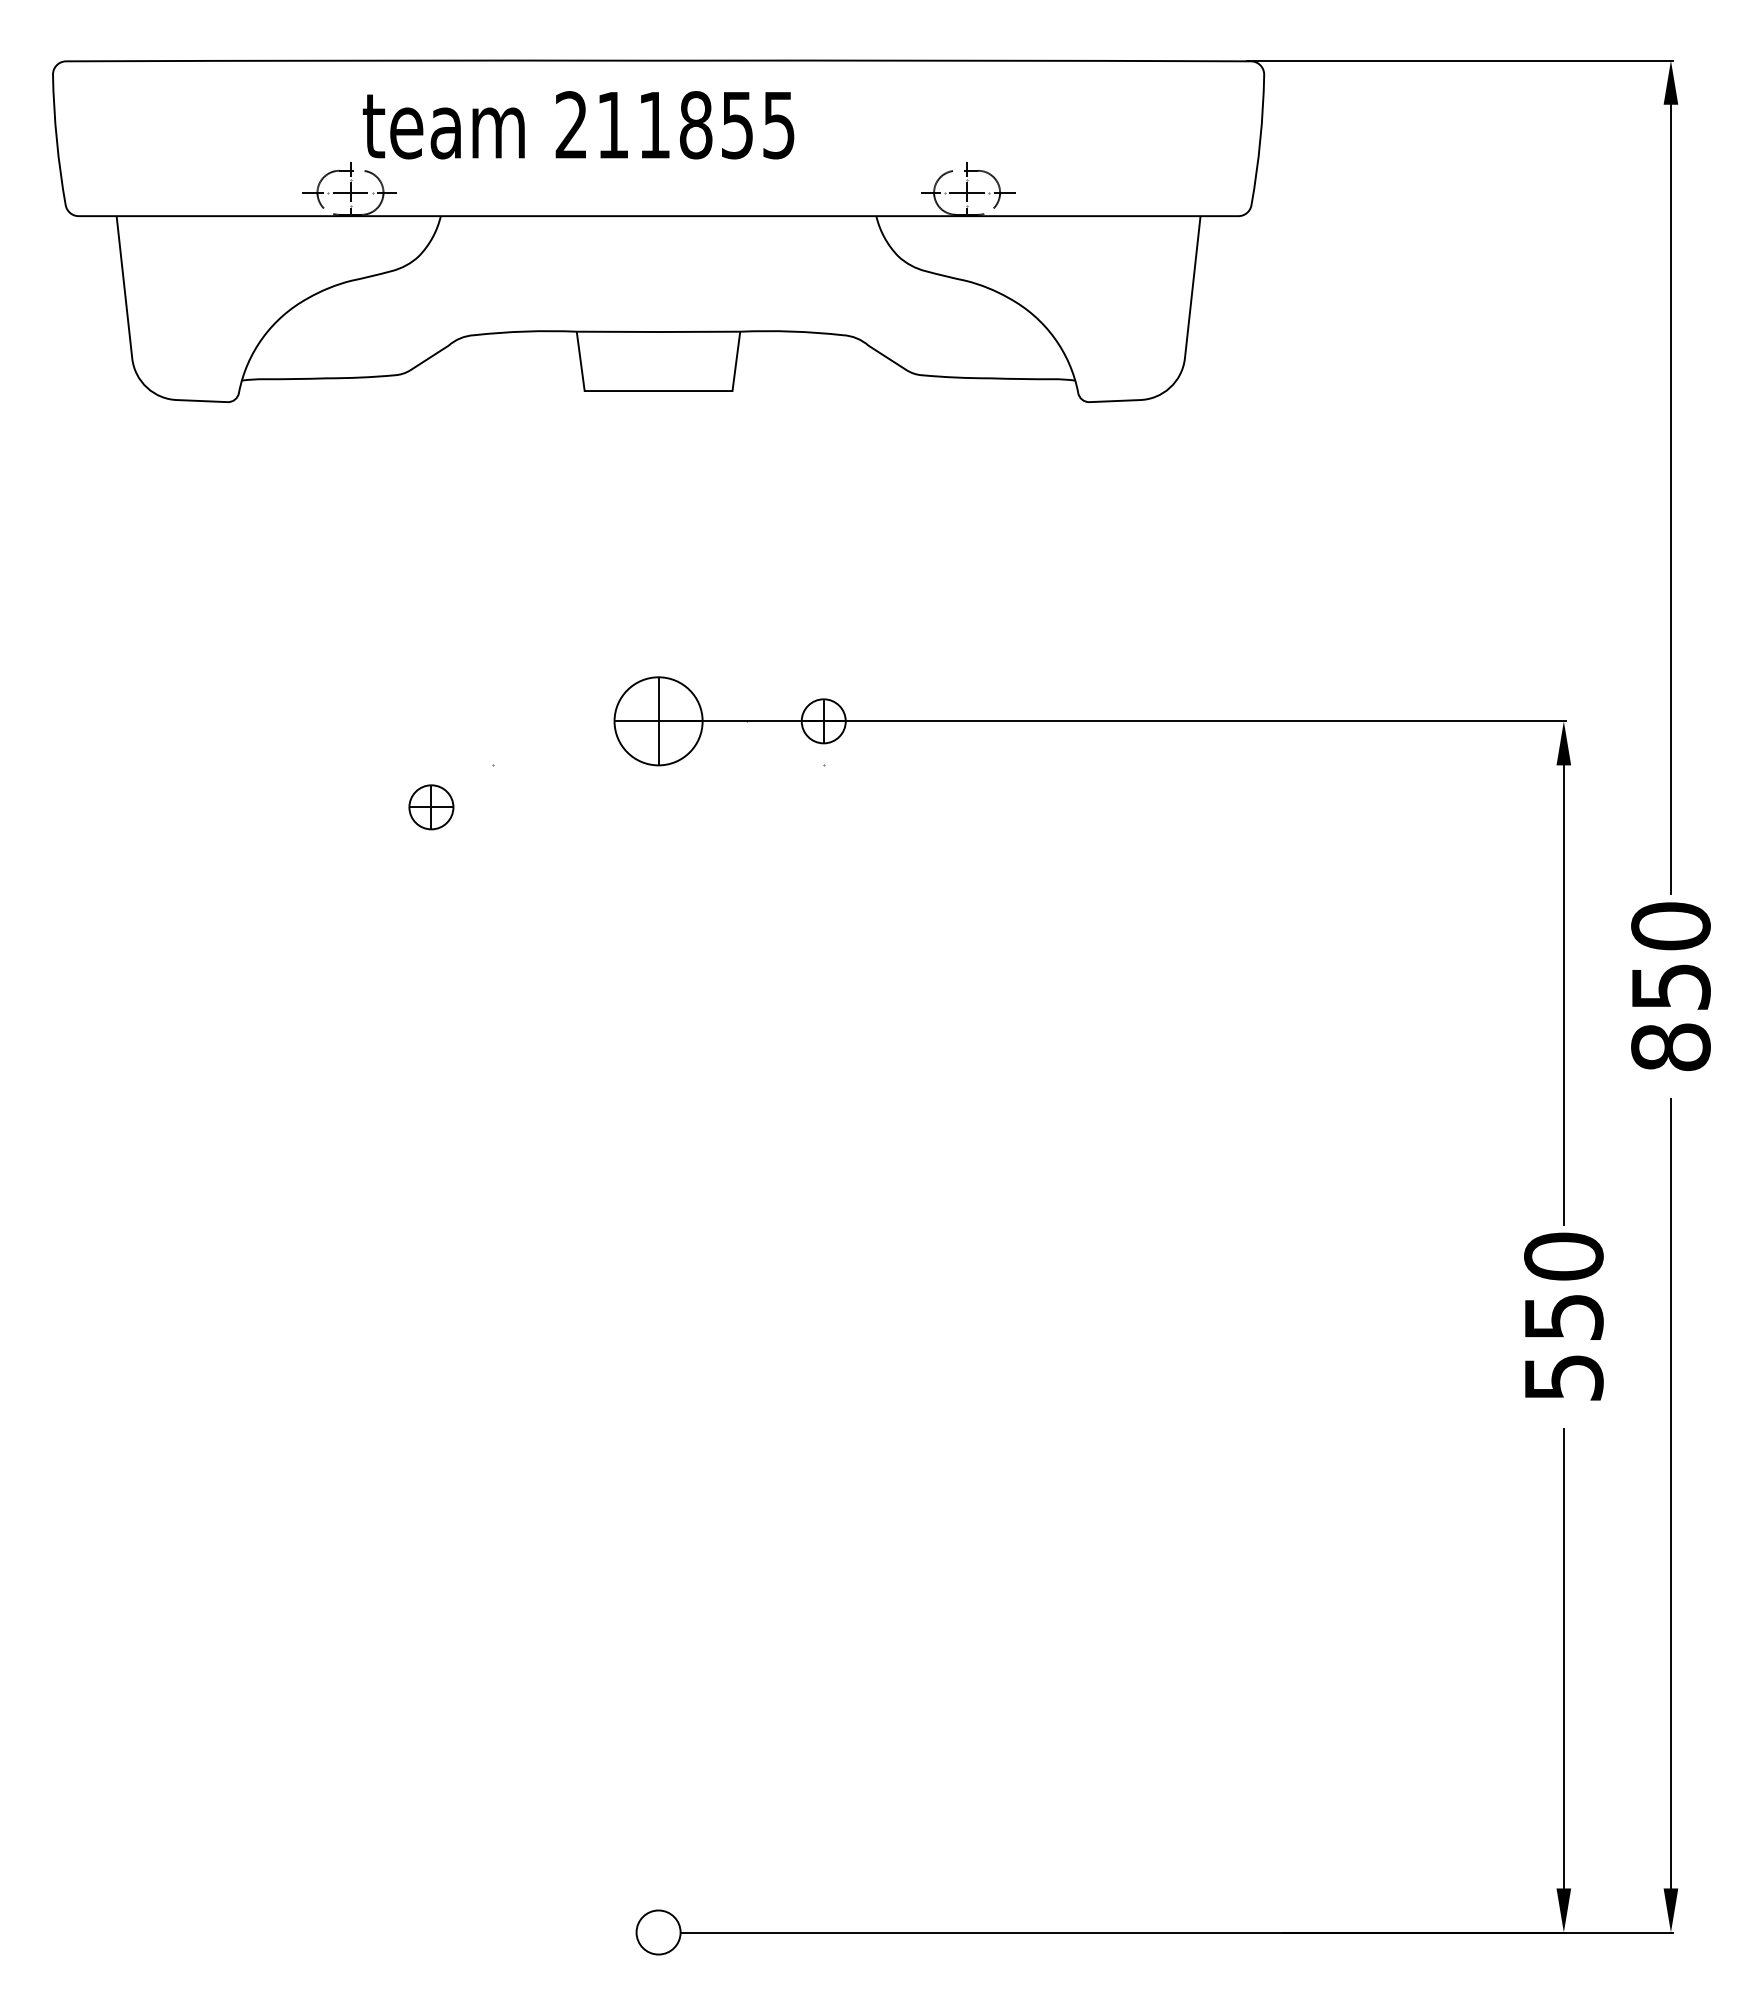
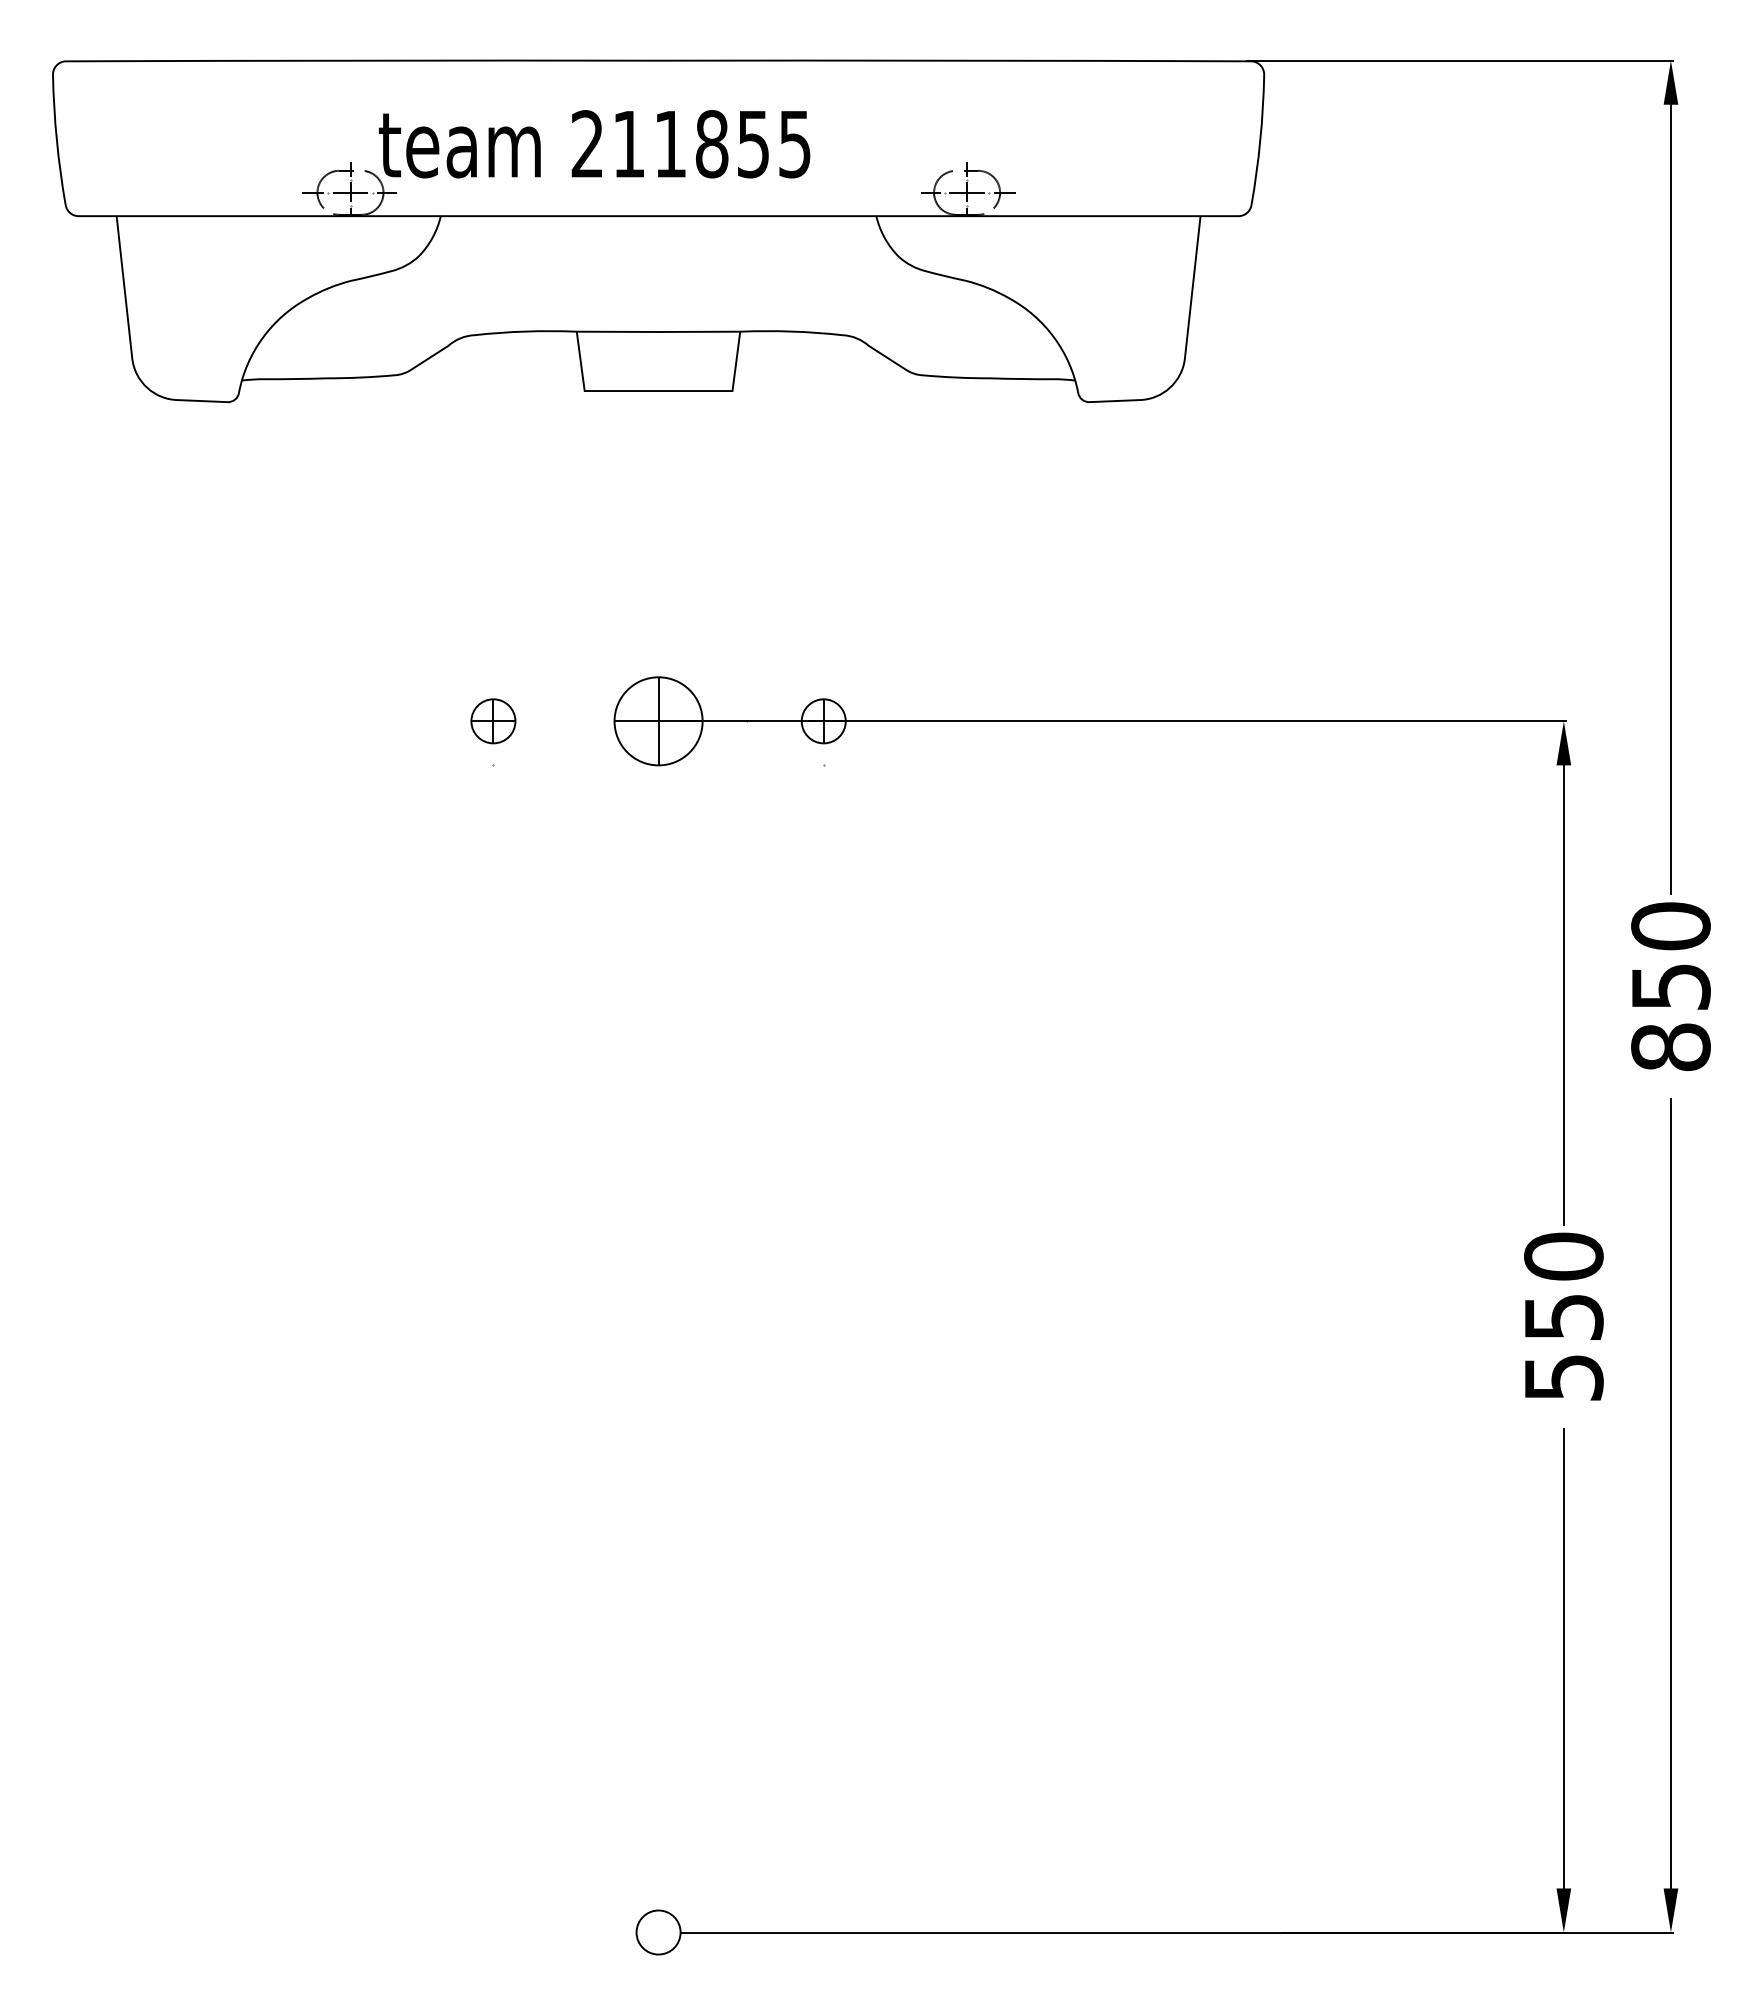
text at (578, 125) position: (578, 125) -> (594, 144)
part at (431, 807) position: (431, 807) -> (493, 721)
